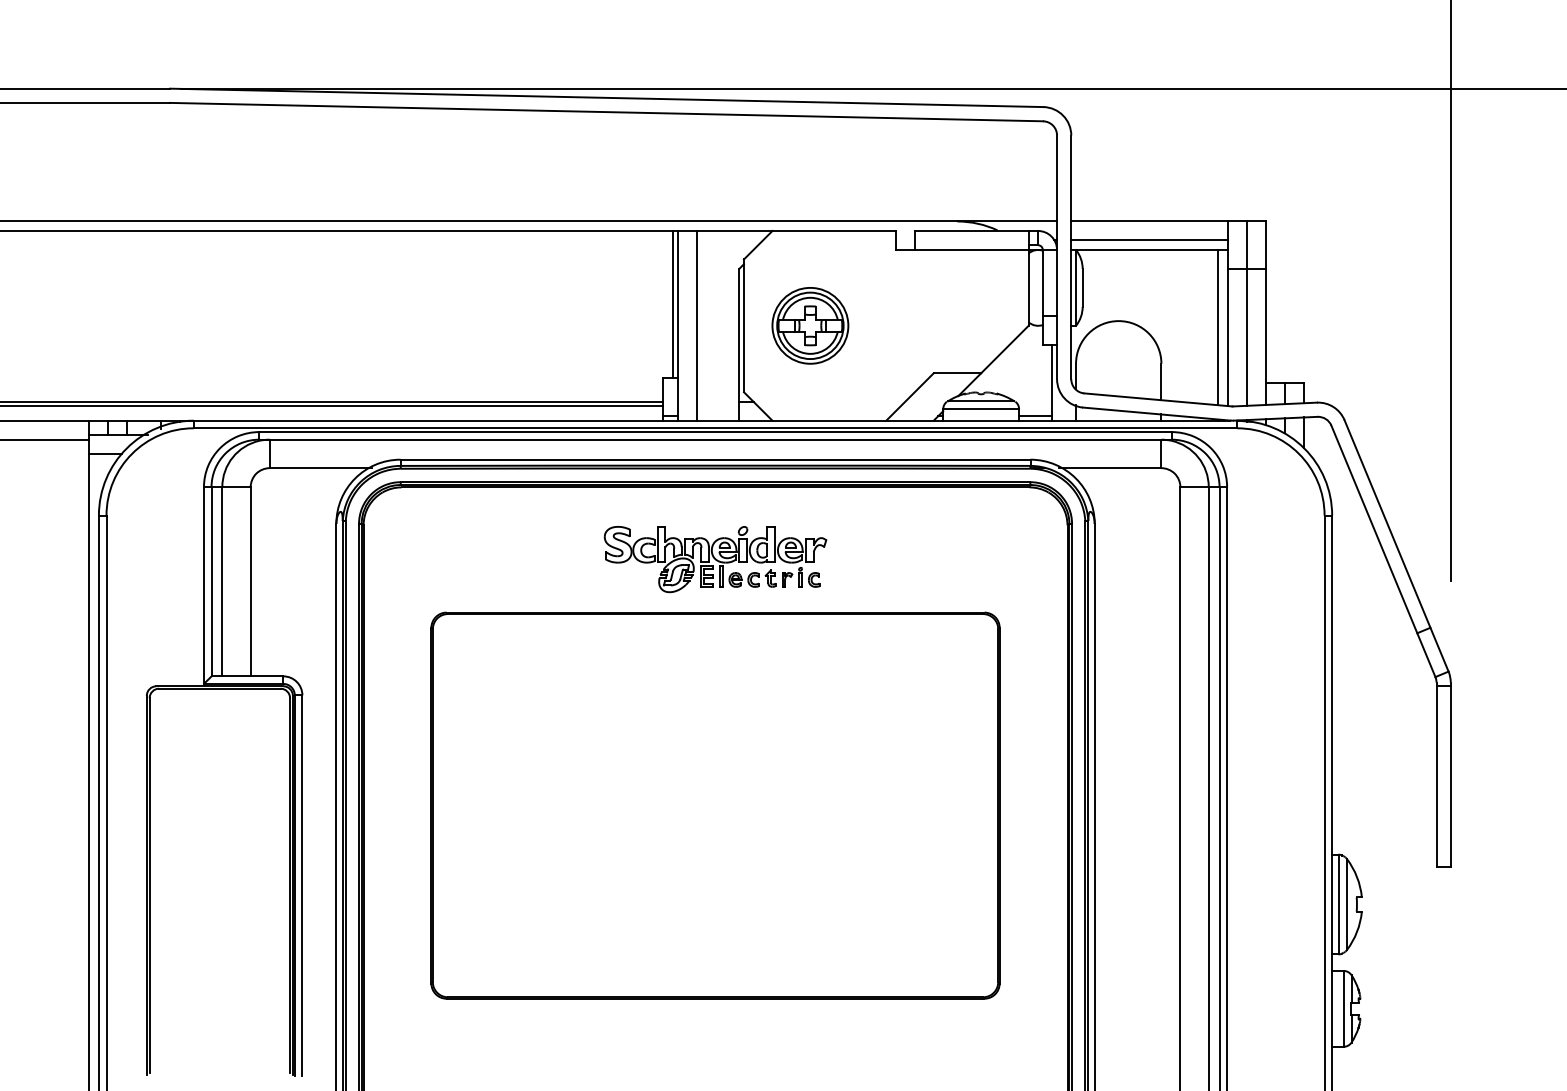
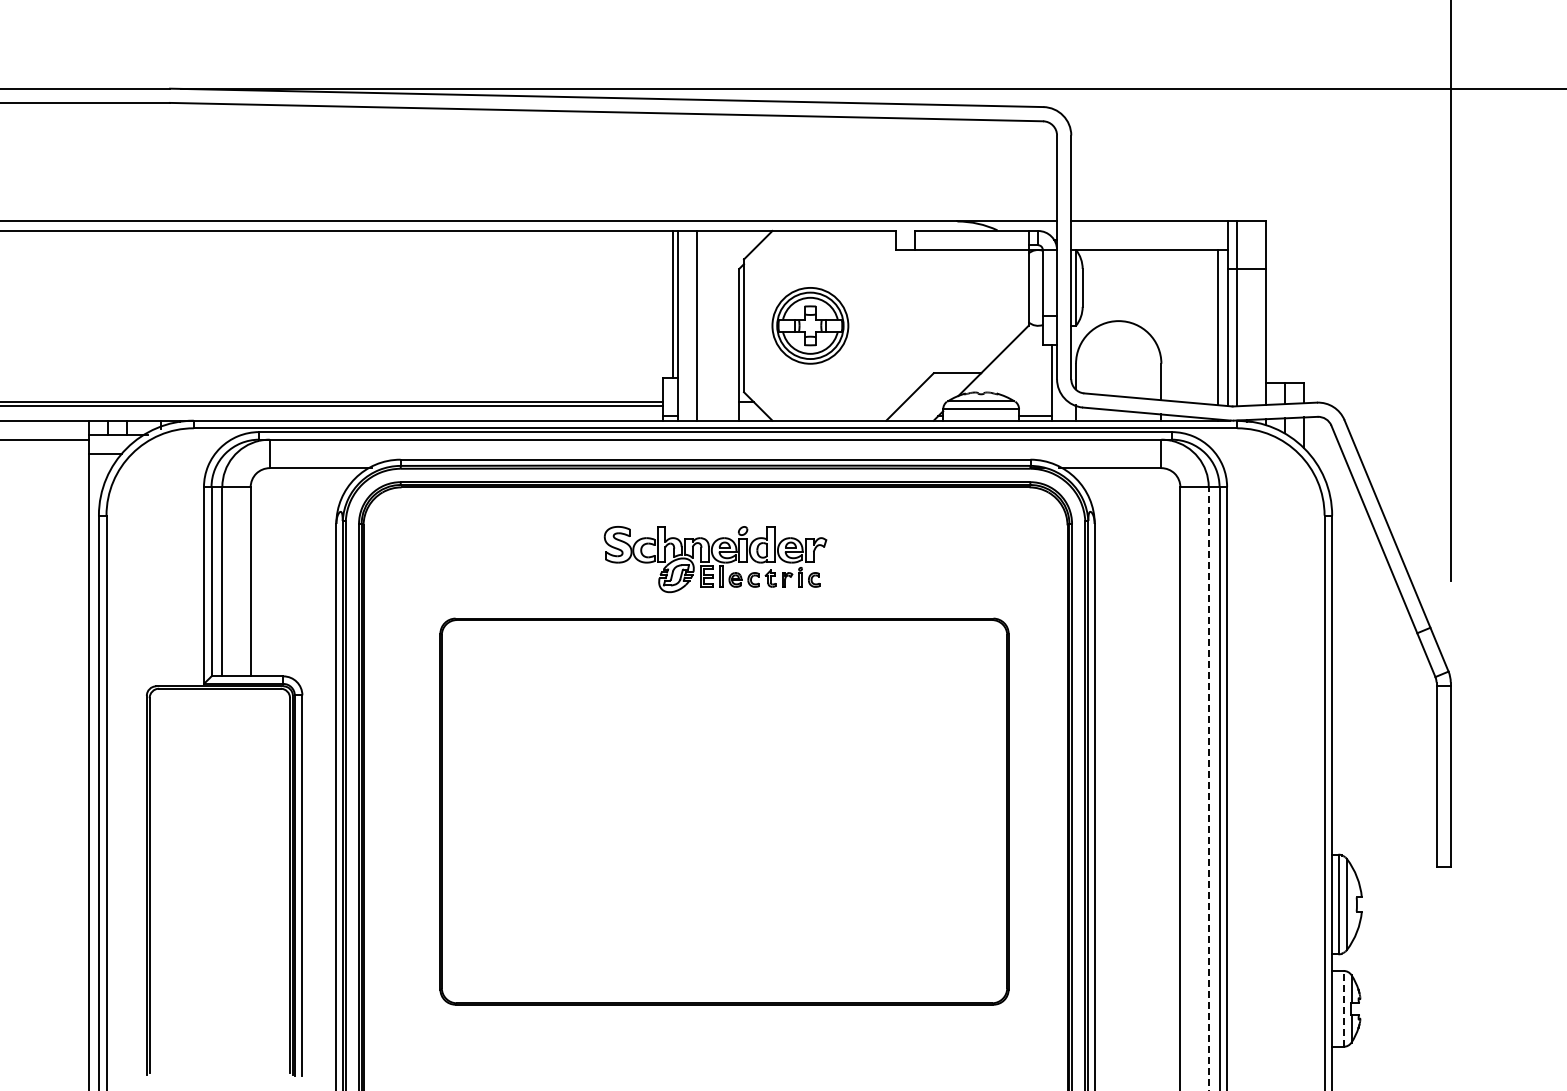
line at (1149, 240): present -> none
line at (1246, 313) position: (1246, 313) -> (1236, 313)
line at (1208, 788): solid -> dashed
part at (715, 805) position: (715, 805) -> (724, 811)
line at (1343, 1008): solid -> dashed
